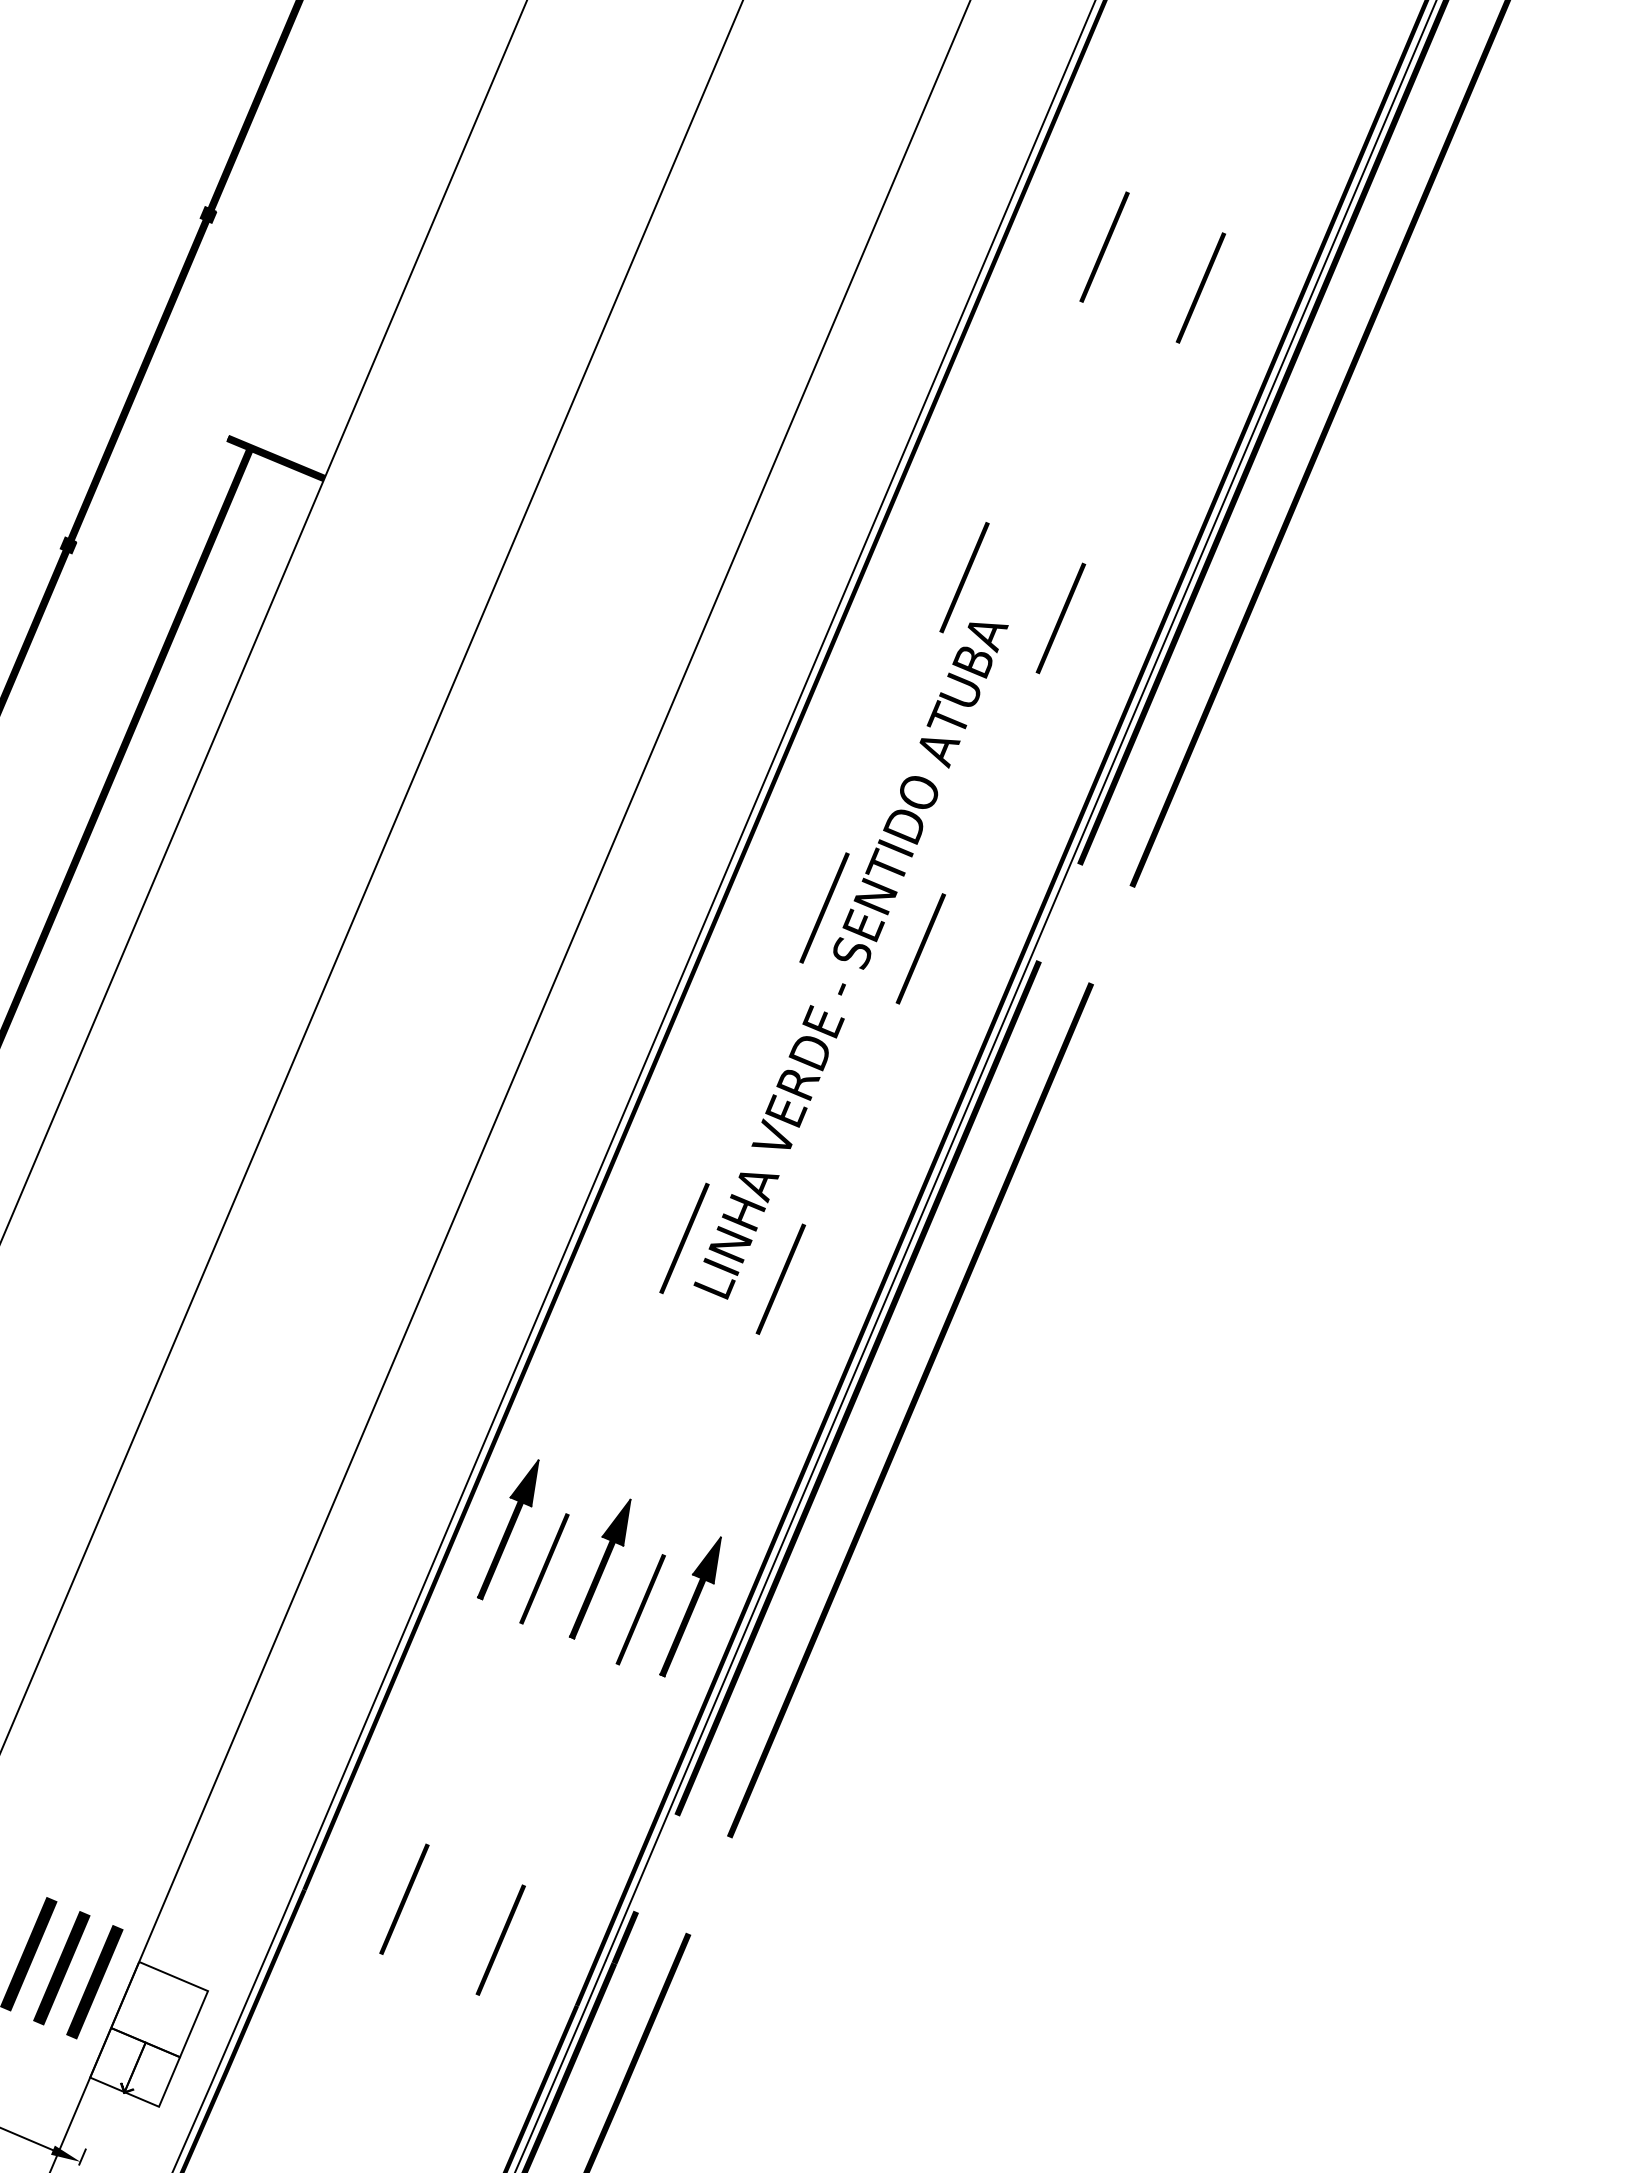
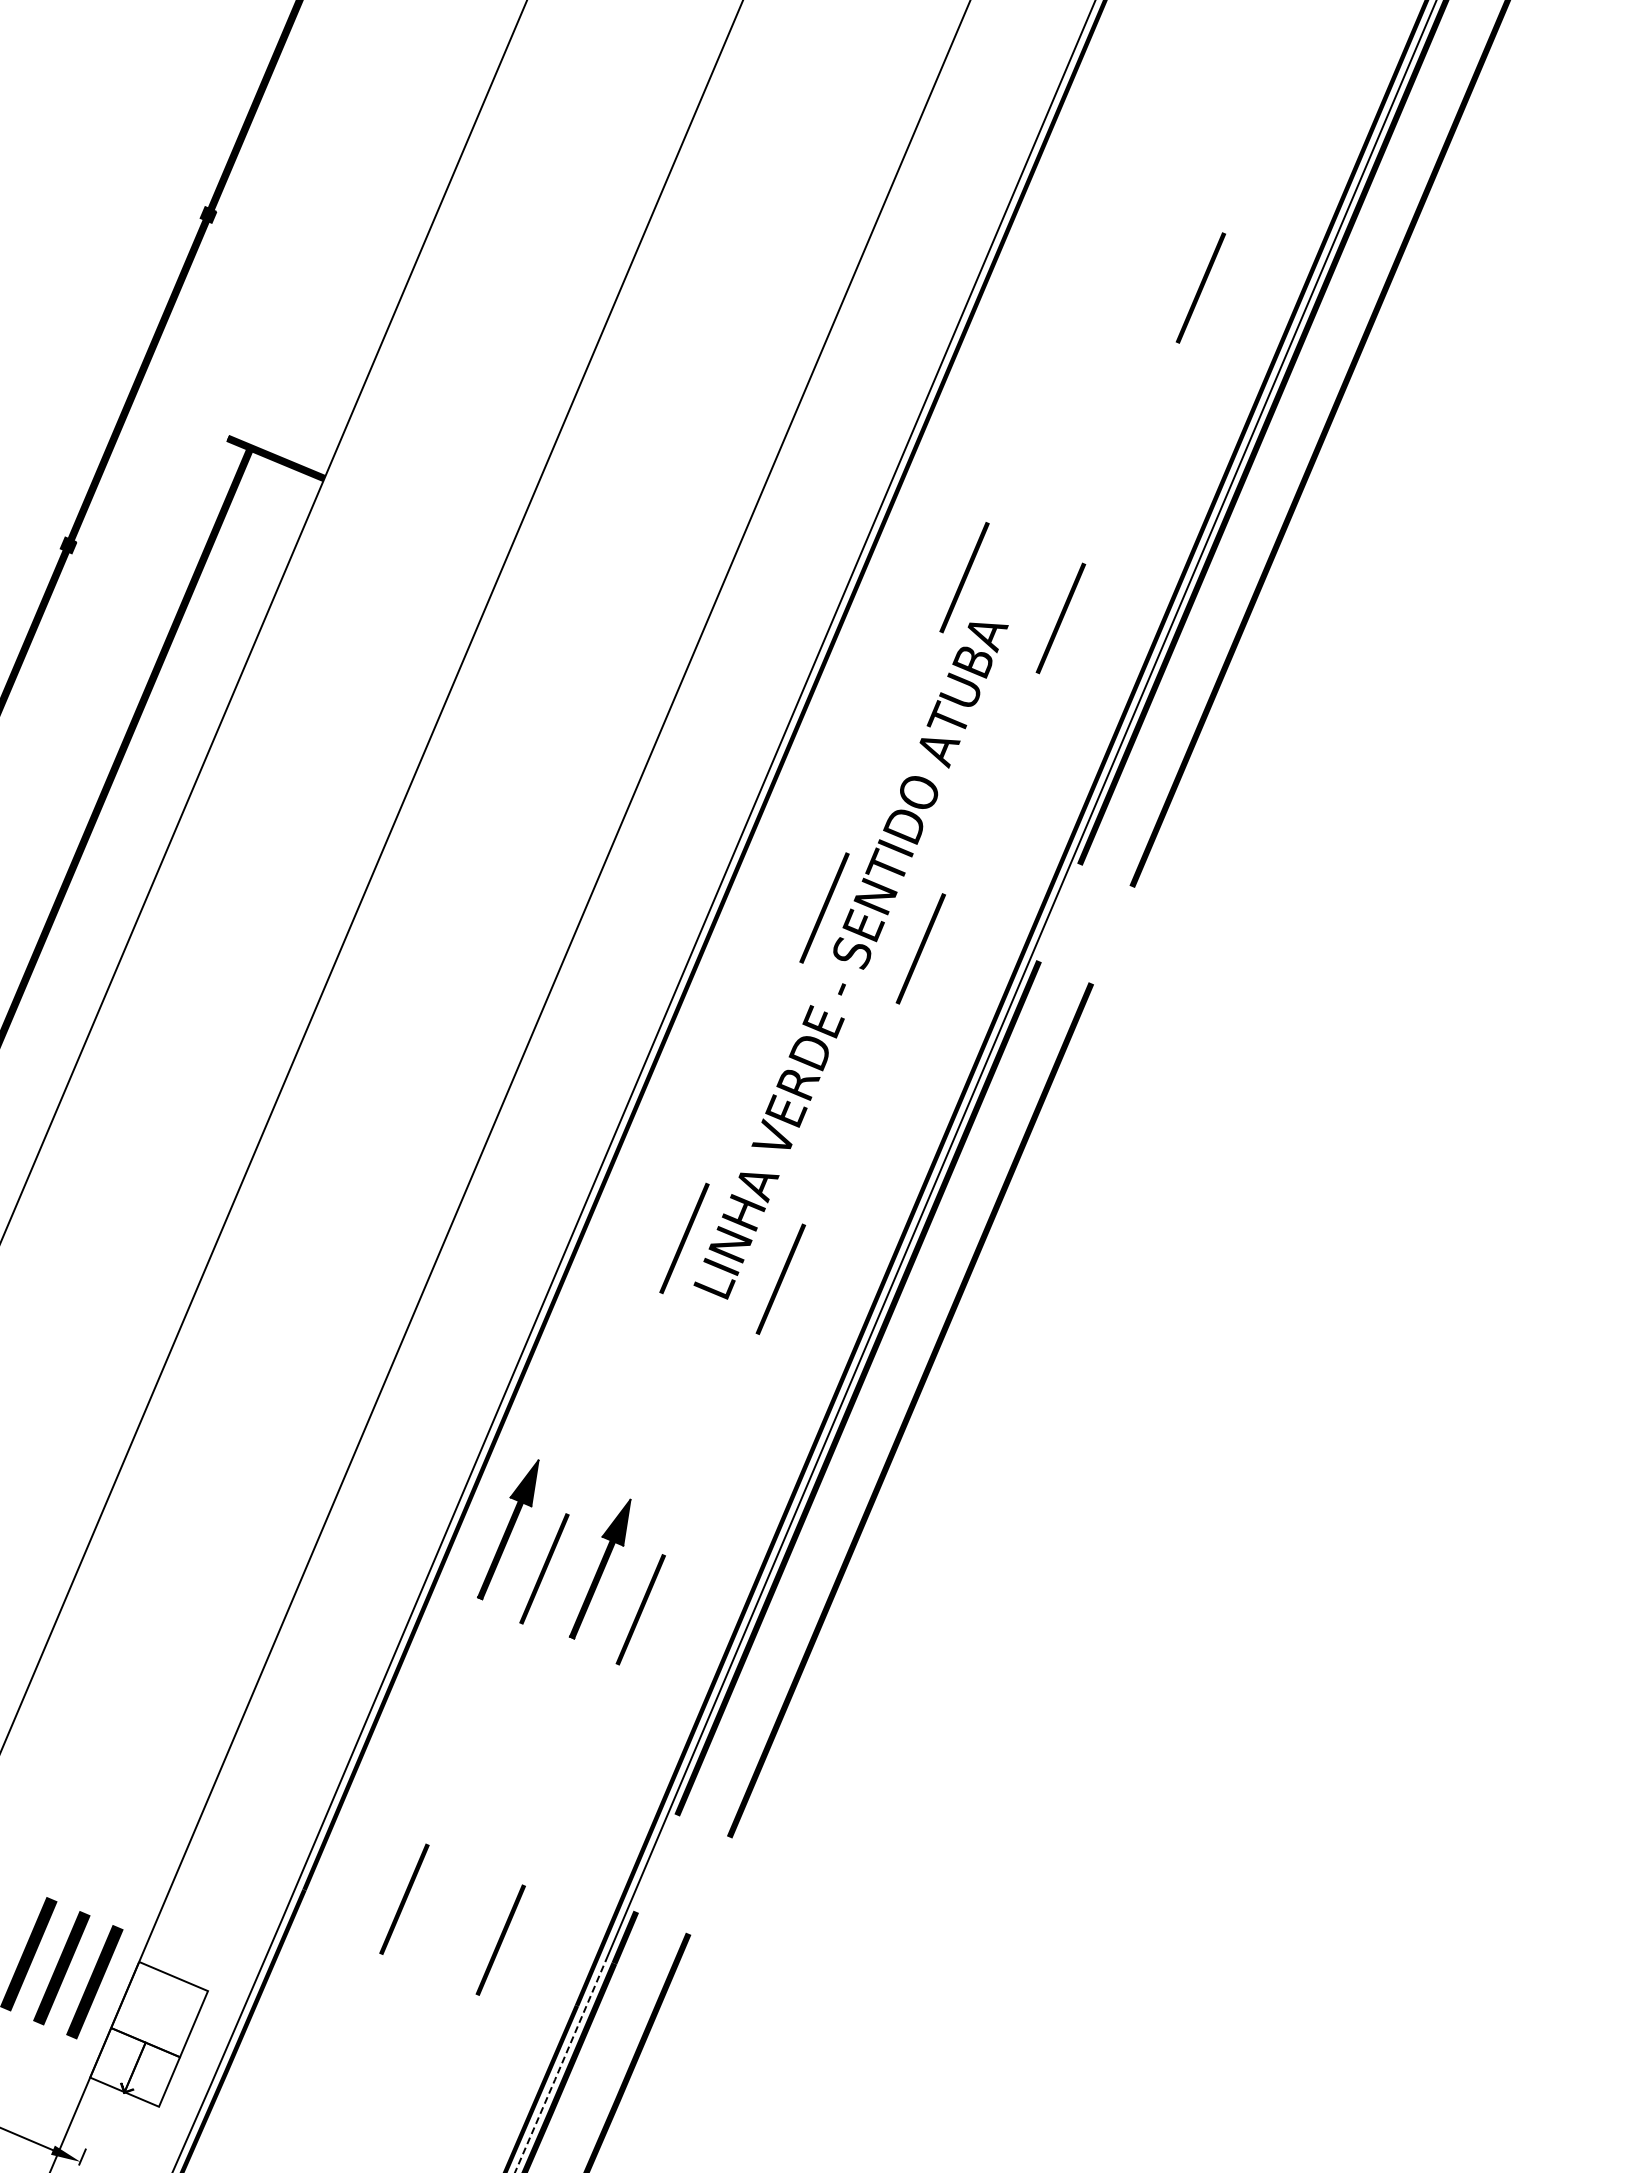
line at (1104, 246): present -> none
part at (690, 1606): present -> none
arc at (560, 2066): solid -> dashed
